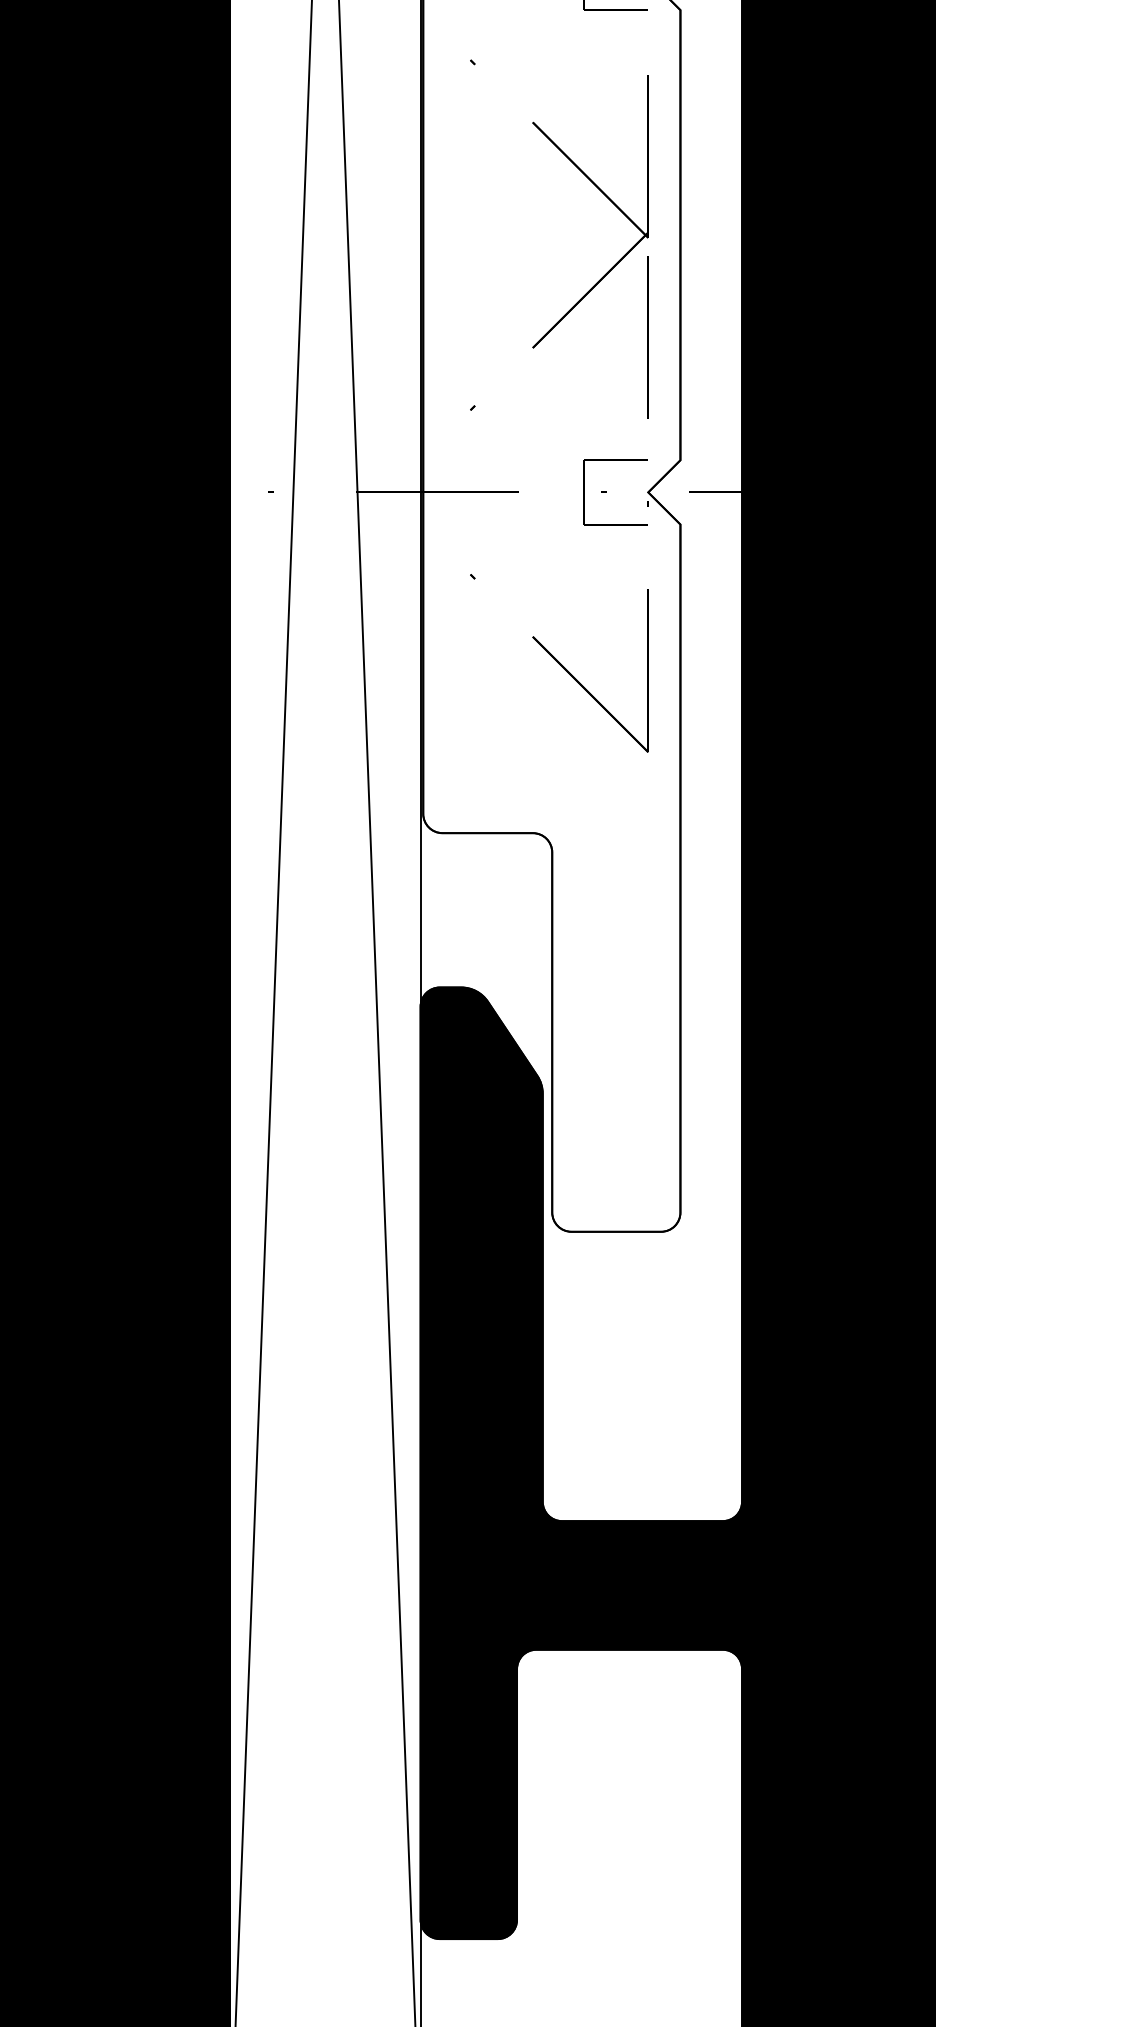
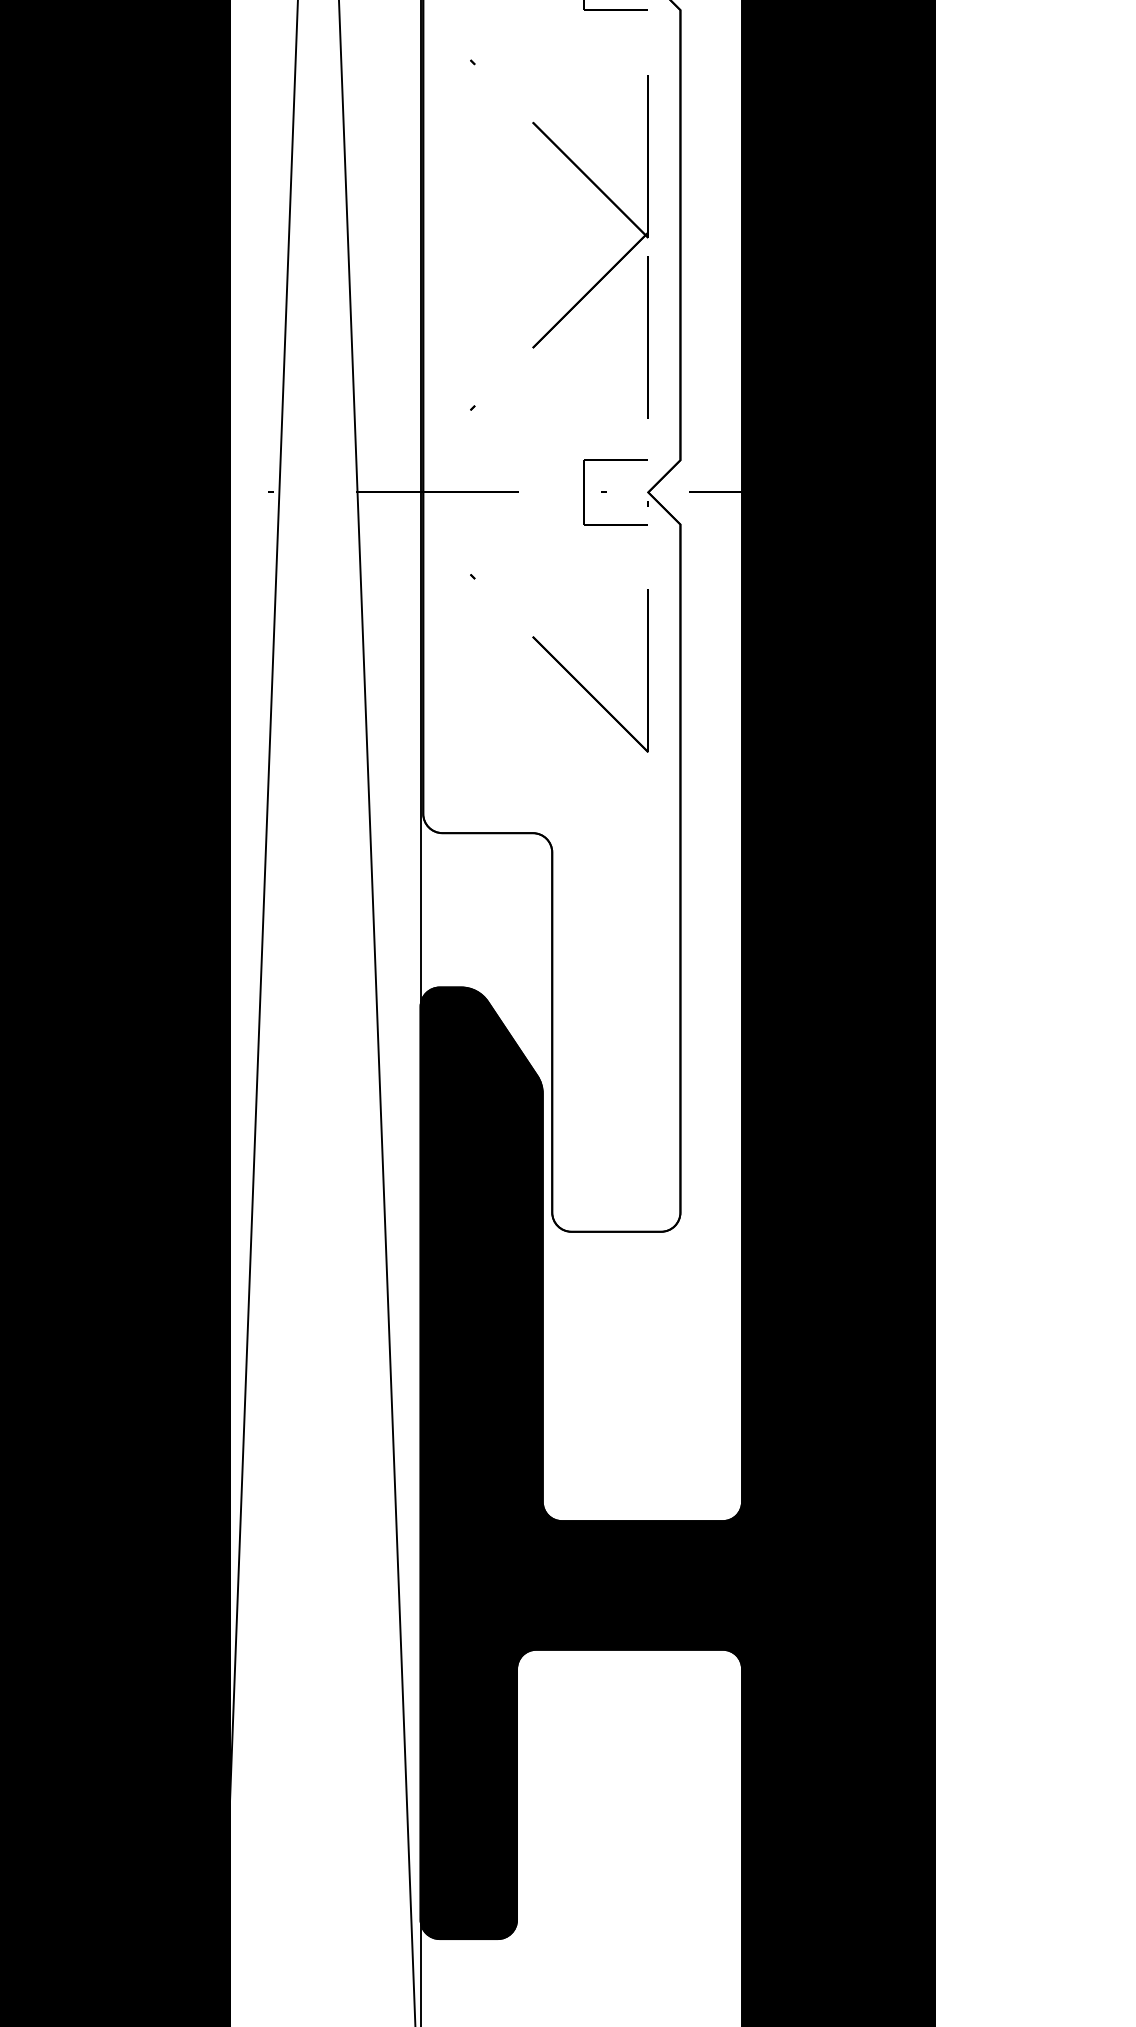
line at (273, 1012) position: (273, 1012) -> (259, 1012)
